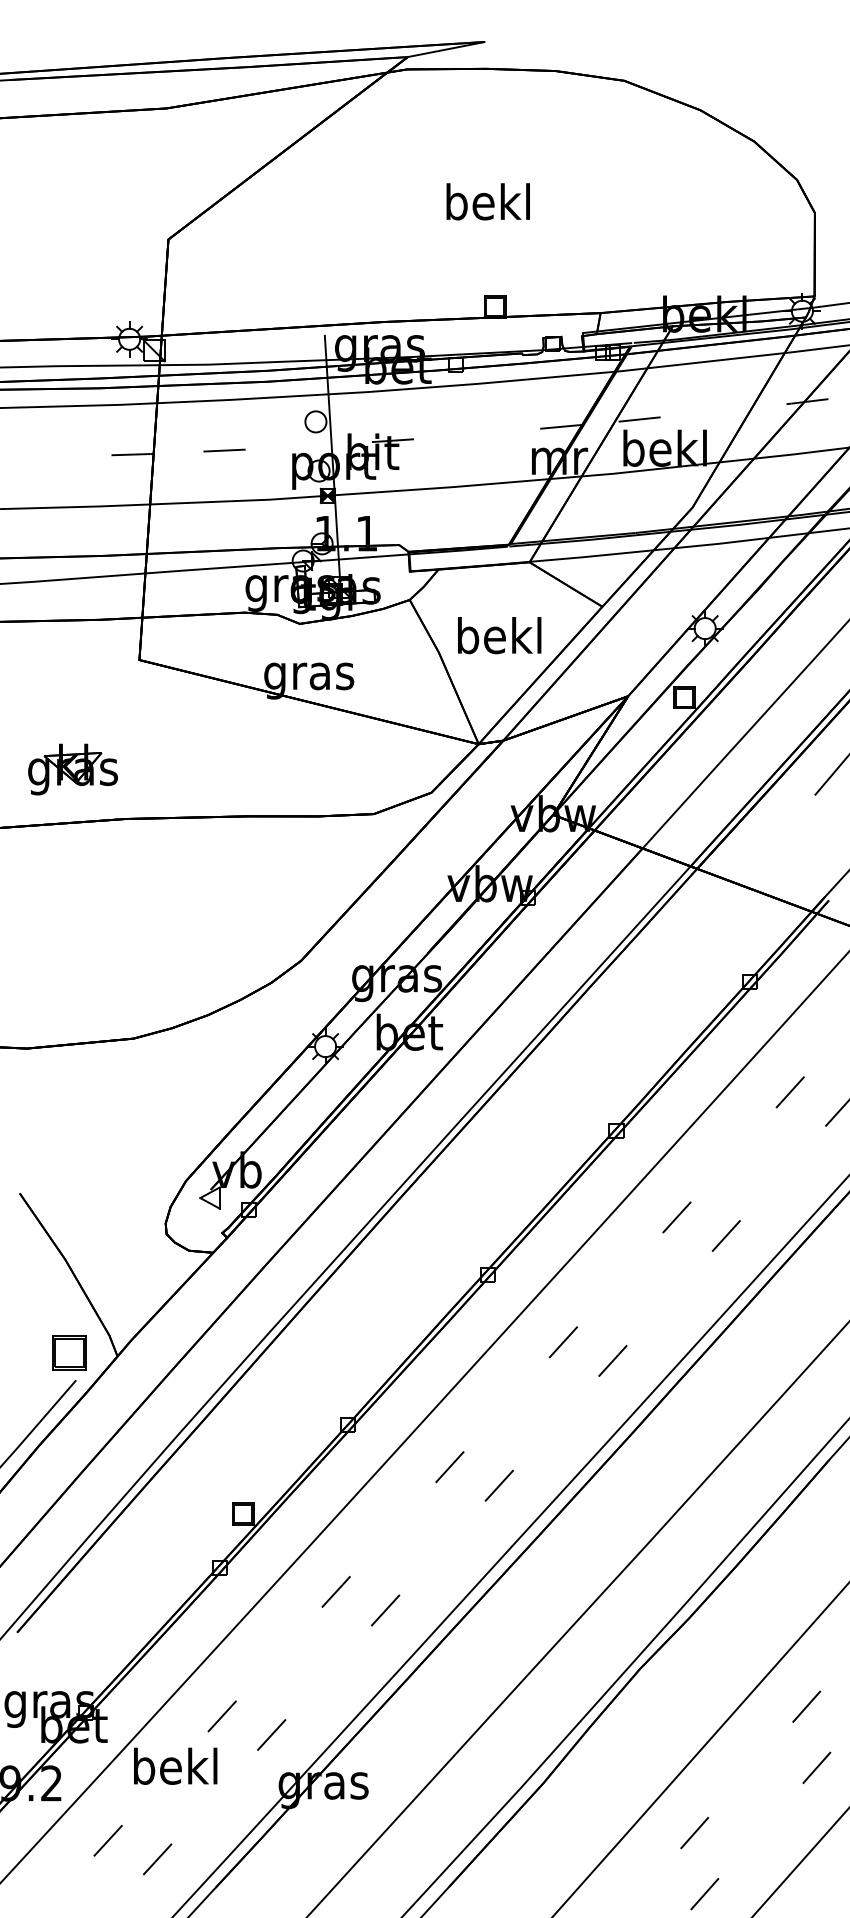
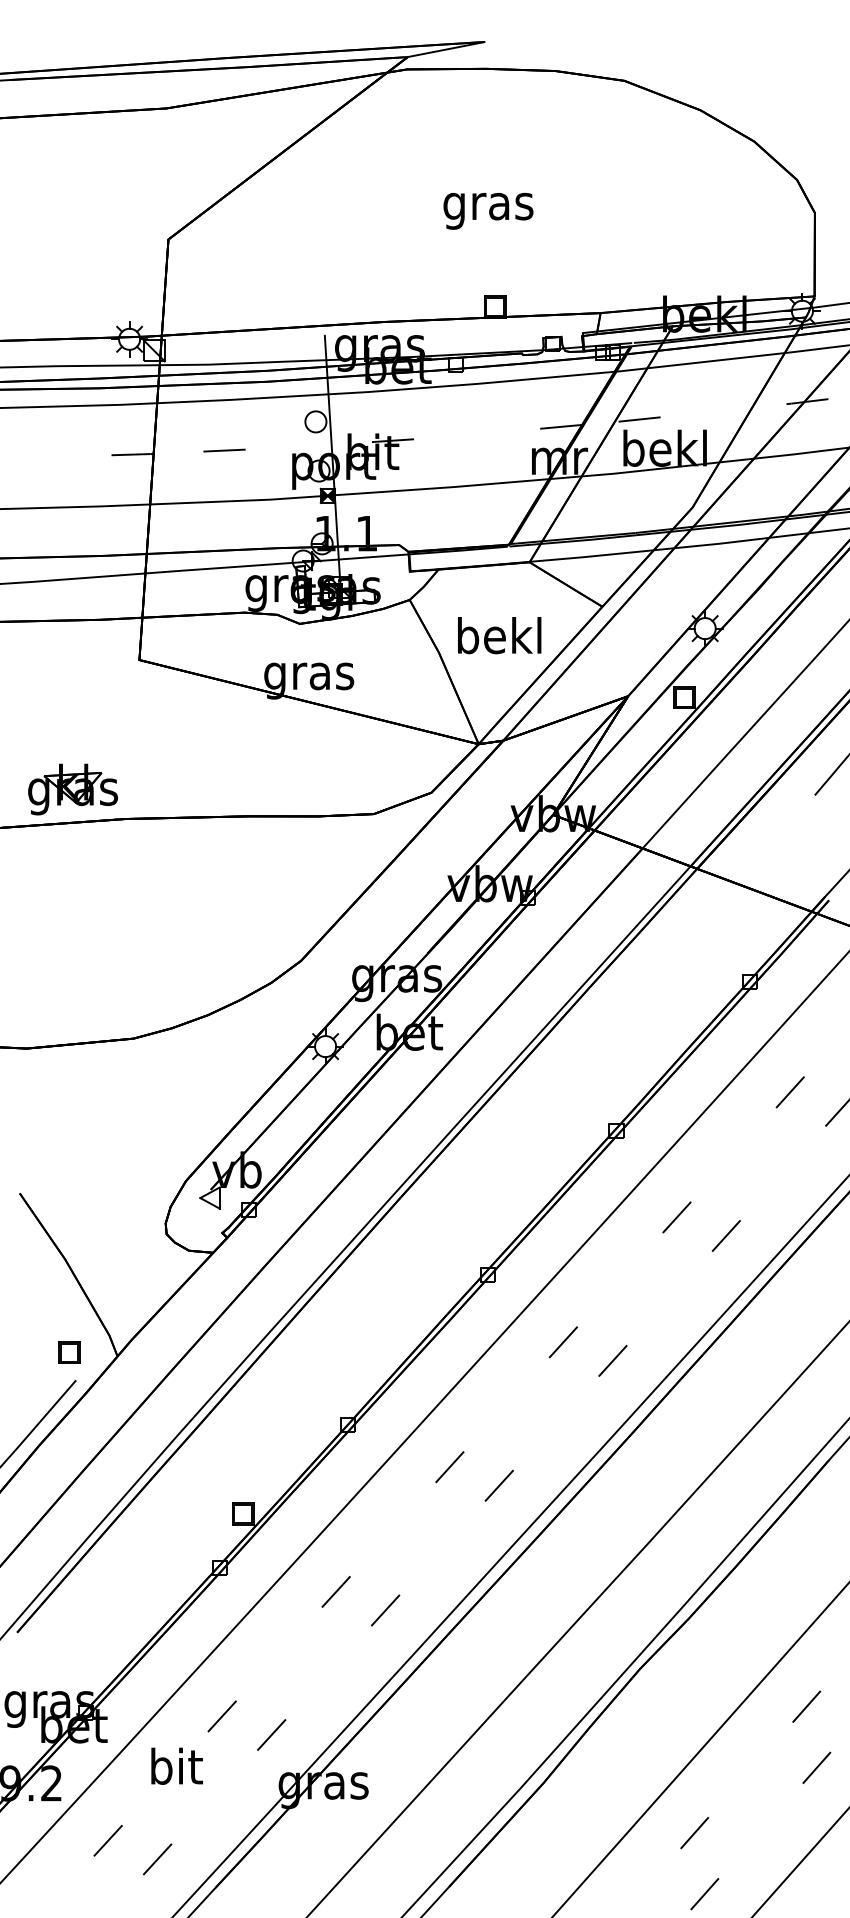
text at (488, 206): bekl -> gras
part at (72, 769) position: (72, 769) -> (72, 789)
part at (69, 1352) size: 35x36 px -> 23x23 px
text at (175, 1765): bekl -> bit
